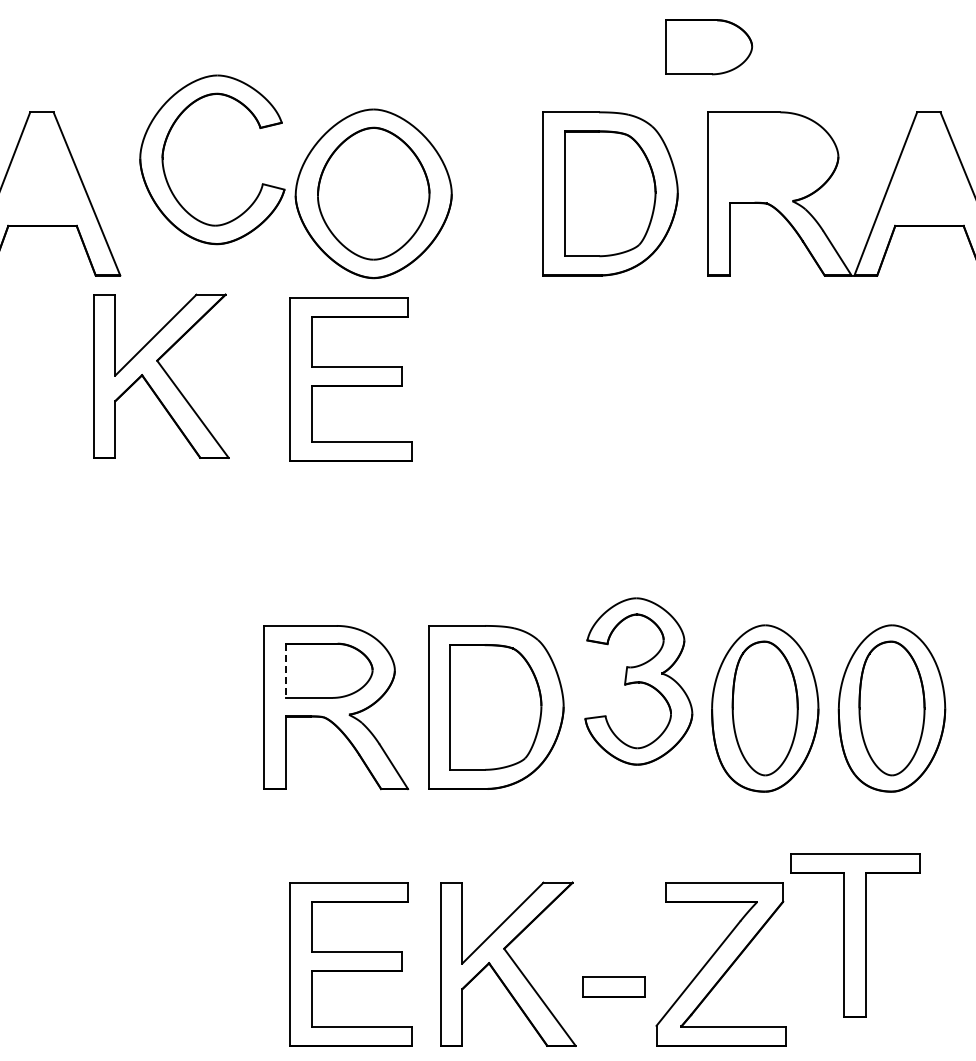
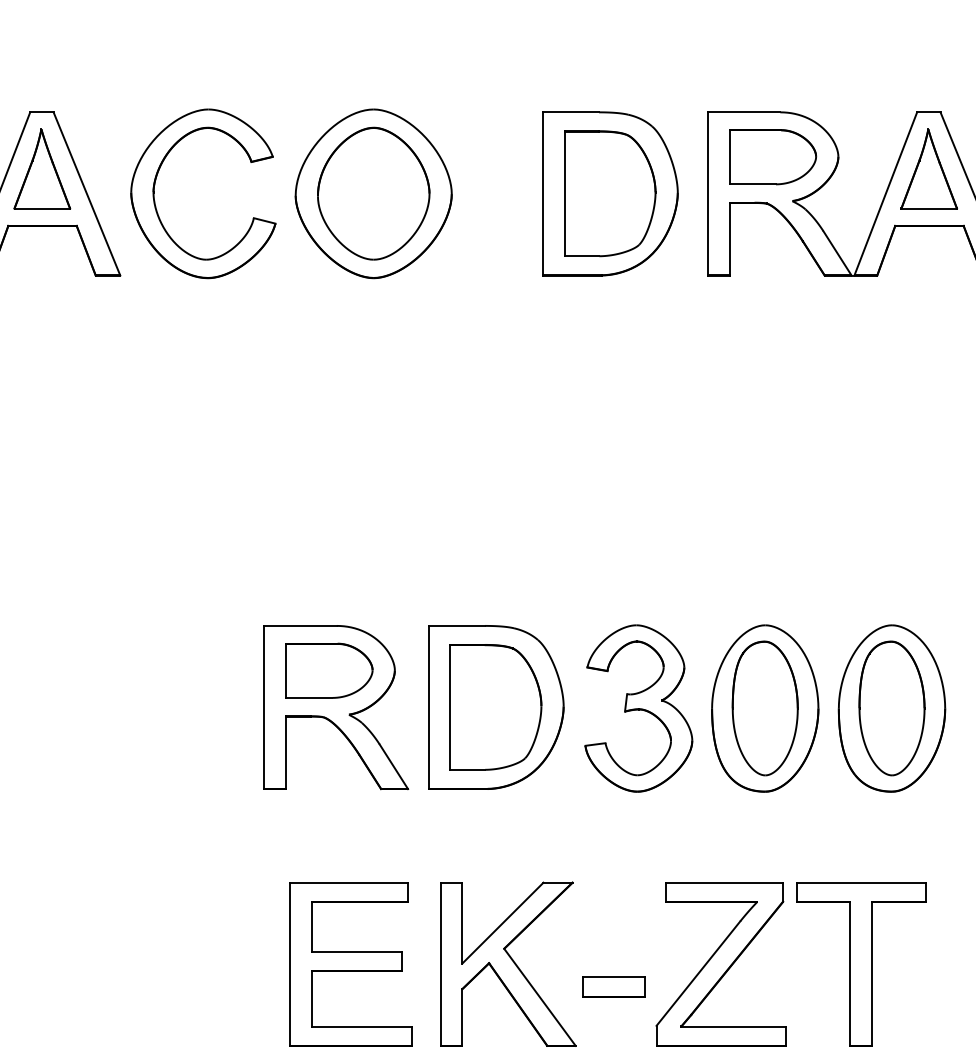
part at (709, 47) position: (709, 47) -> (773, 157)
part at (164, 151) position: (164, 151) -> (155, 185)
part at (42, 168): none -> present
part at (928, 168): none -> present
part at (161, 375): present -> none
part at (350, 379): present -> none
line at (286, 670): dashed -> solid
part at (638, 681) position: (638, 681) -> (638, 708)
part at (855, 935) position: (855, 935) -> (861, 964)
